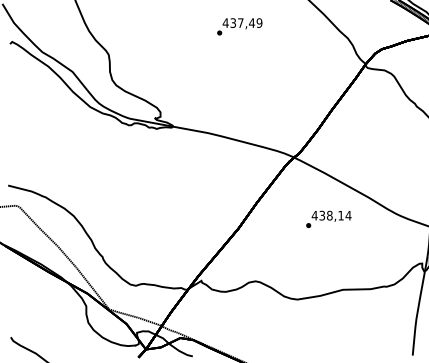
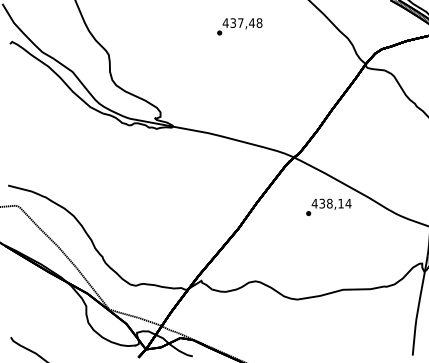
text at (259, 22): 437,49 -> 437,48
text at (328, 219) position: (328, 219) -> (328, 207)
